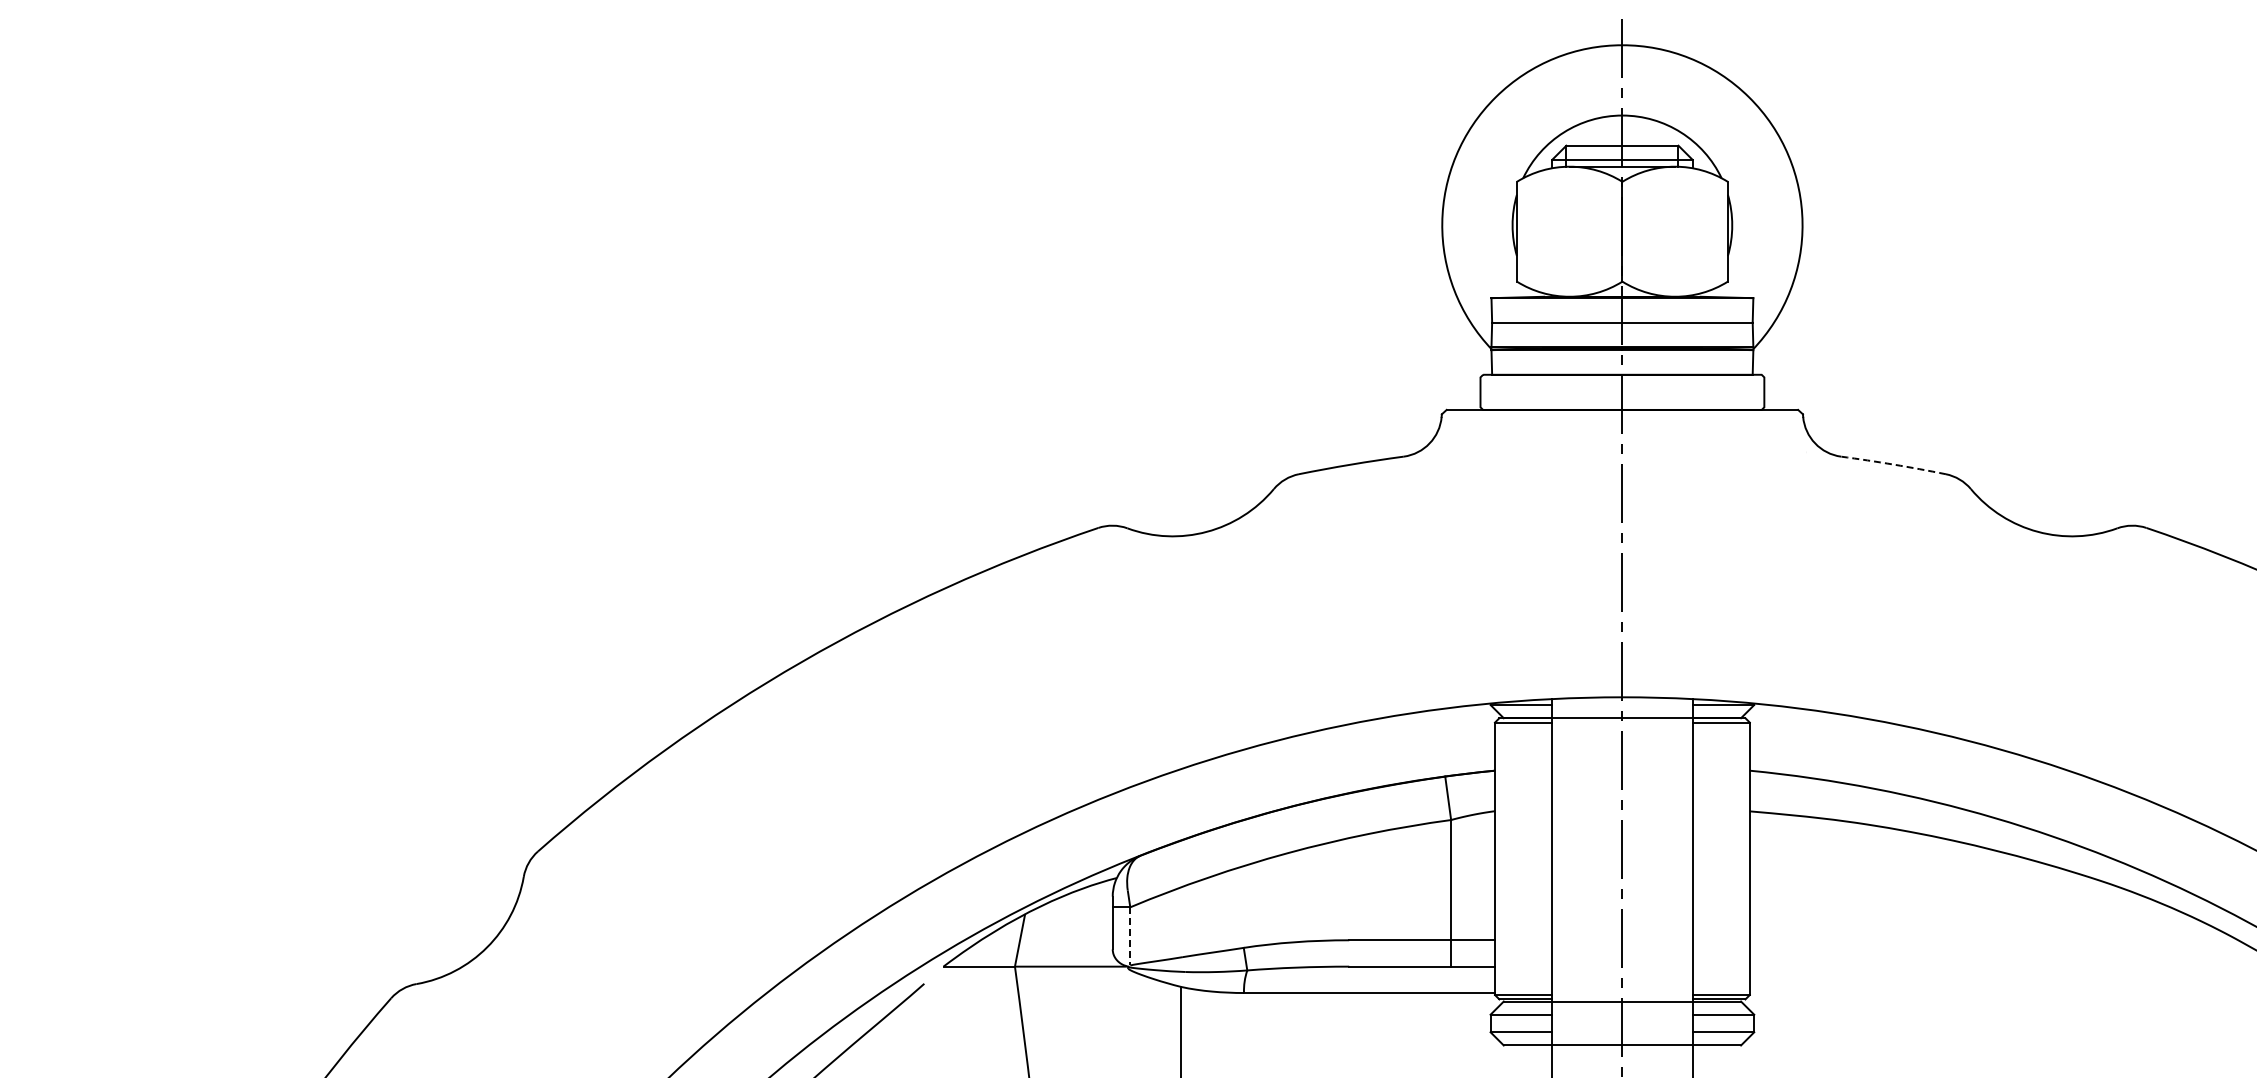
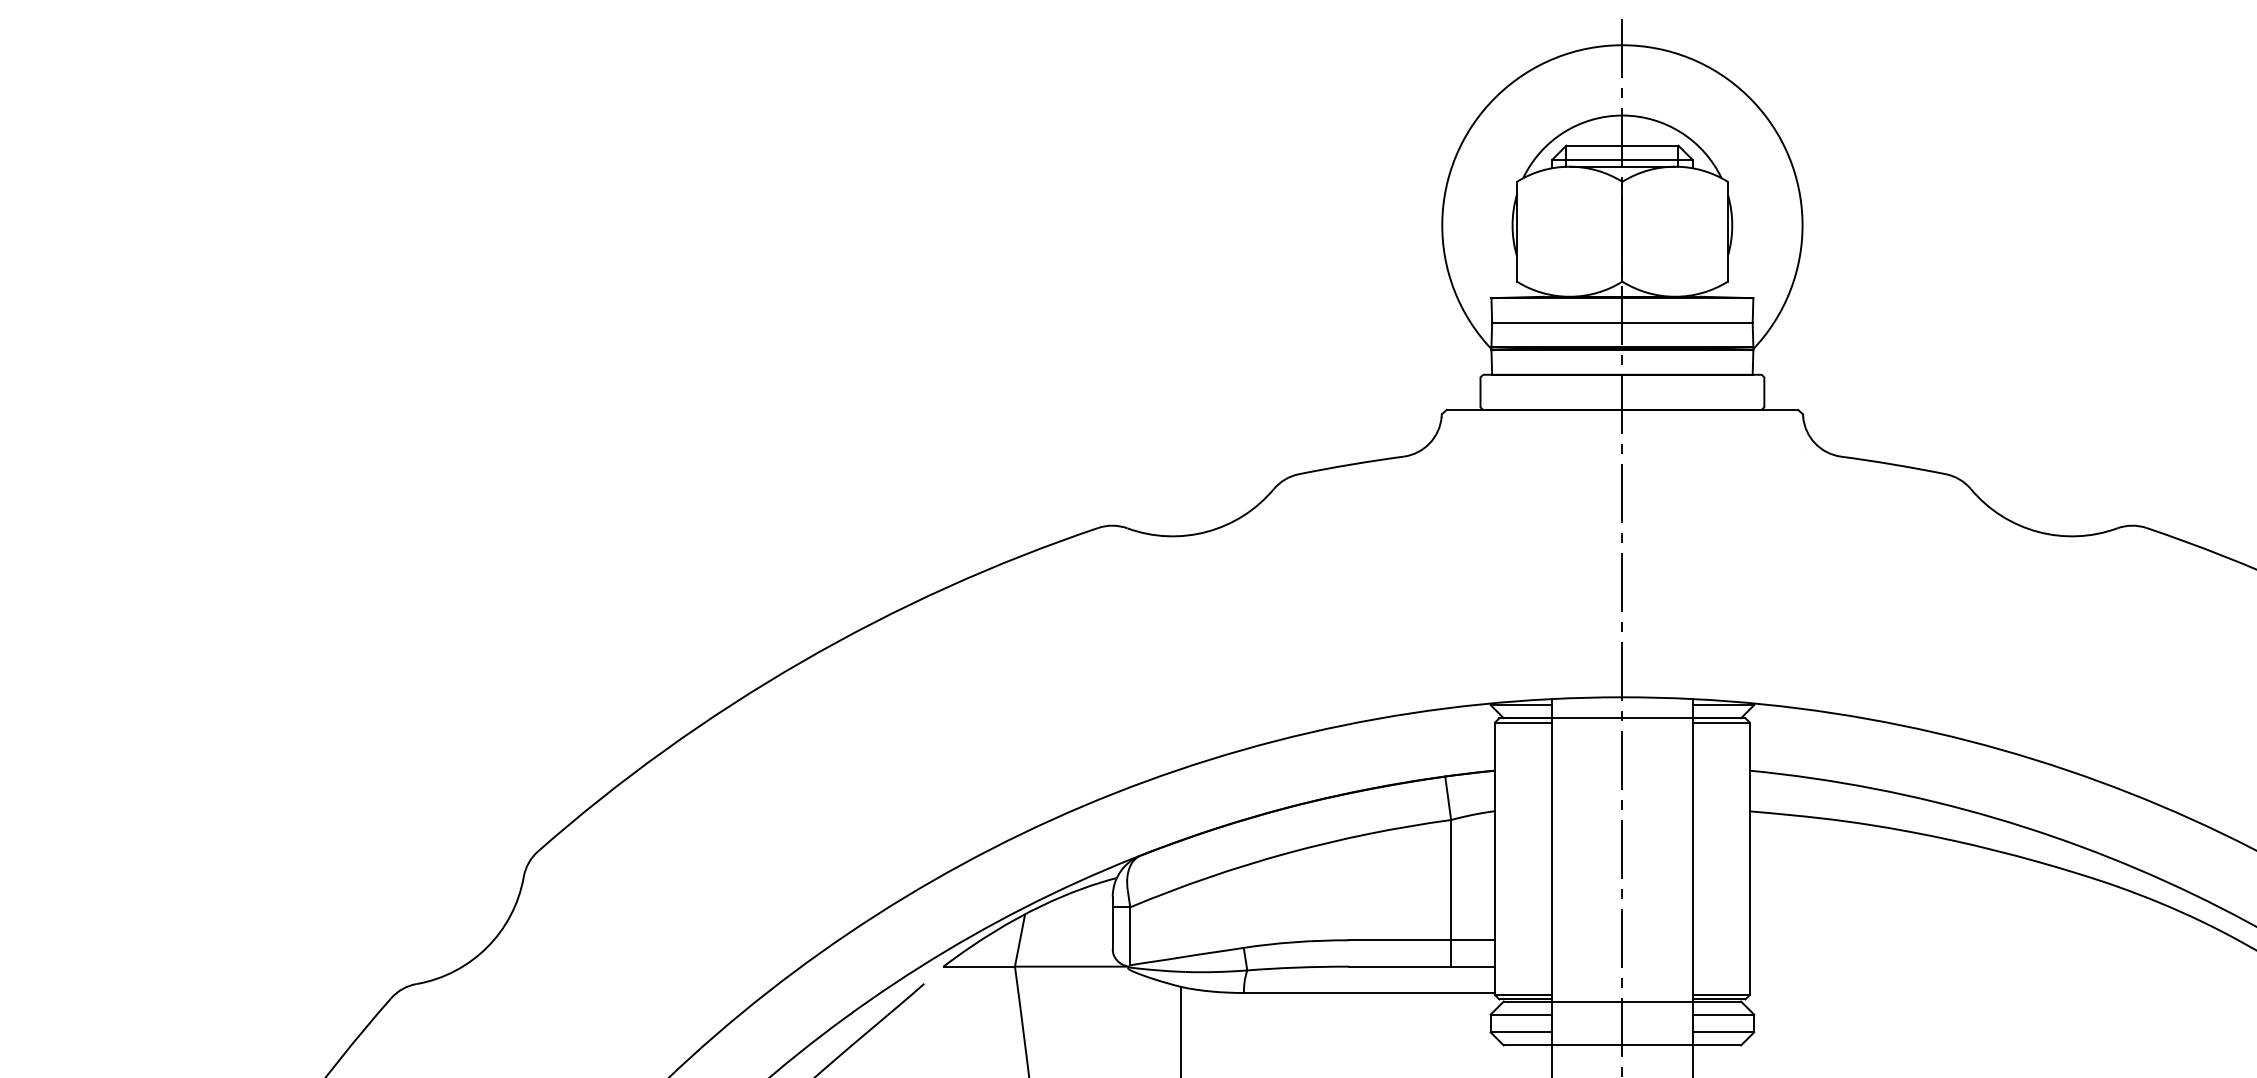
arc at (1893, 464): dashed -> solid
line at (1130, 936): dashed -> solid
